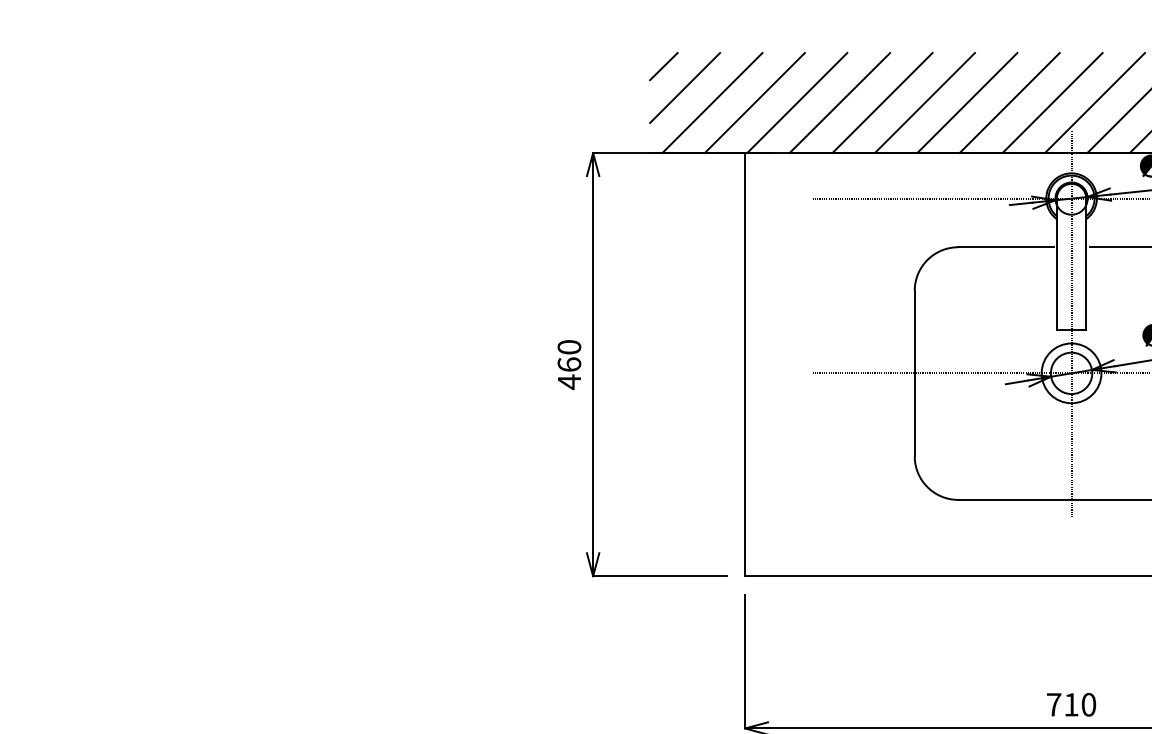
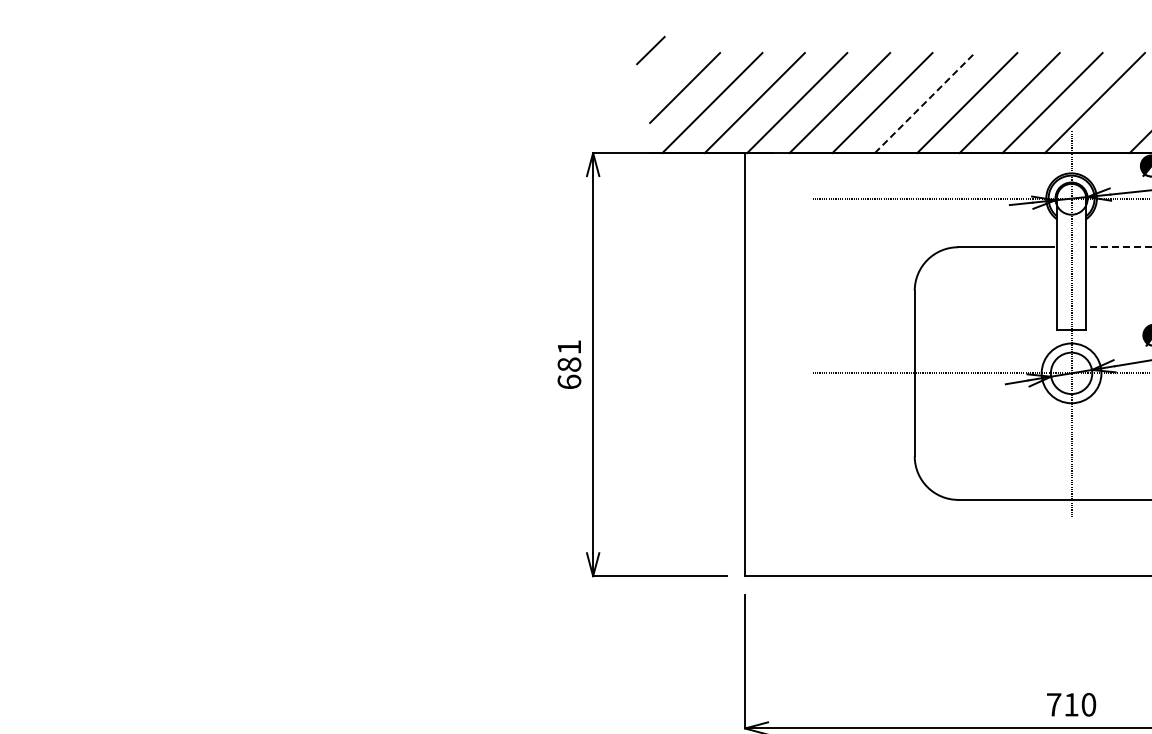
line at (663, 66) position: (663, 66) -> (650, 50)
line at (924, 103): solid -> dashed
line at (1117, 122): present -> none
line at (1121, 247): solid -> dashed
text at (569, 365): 460 -> 681
